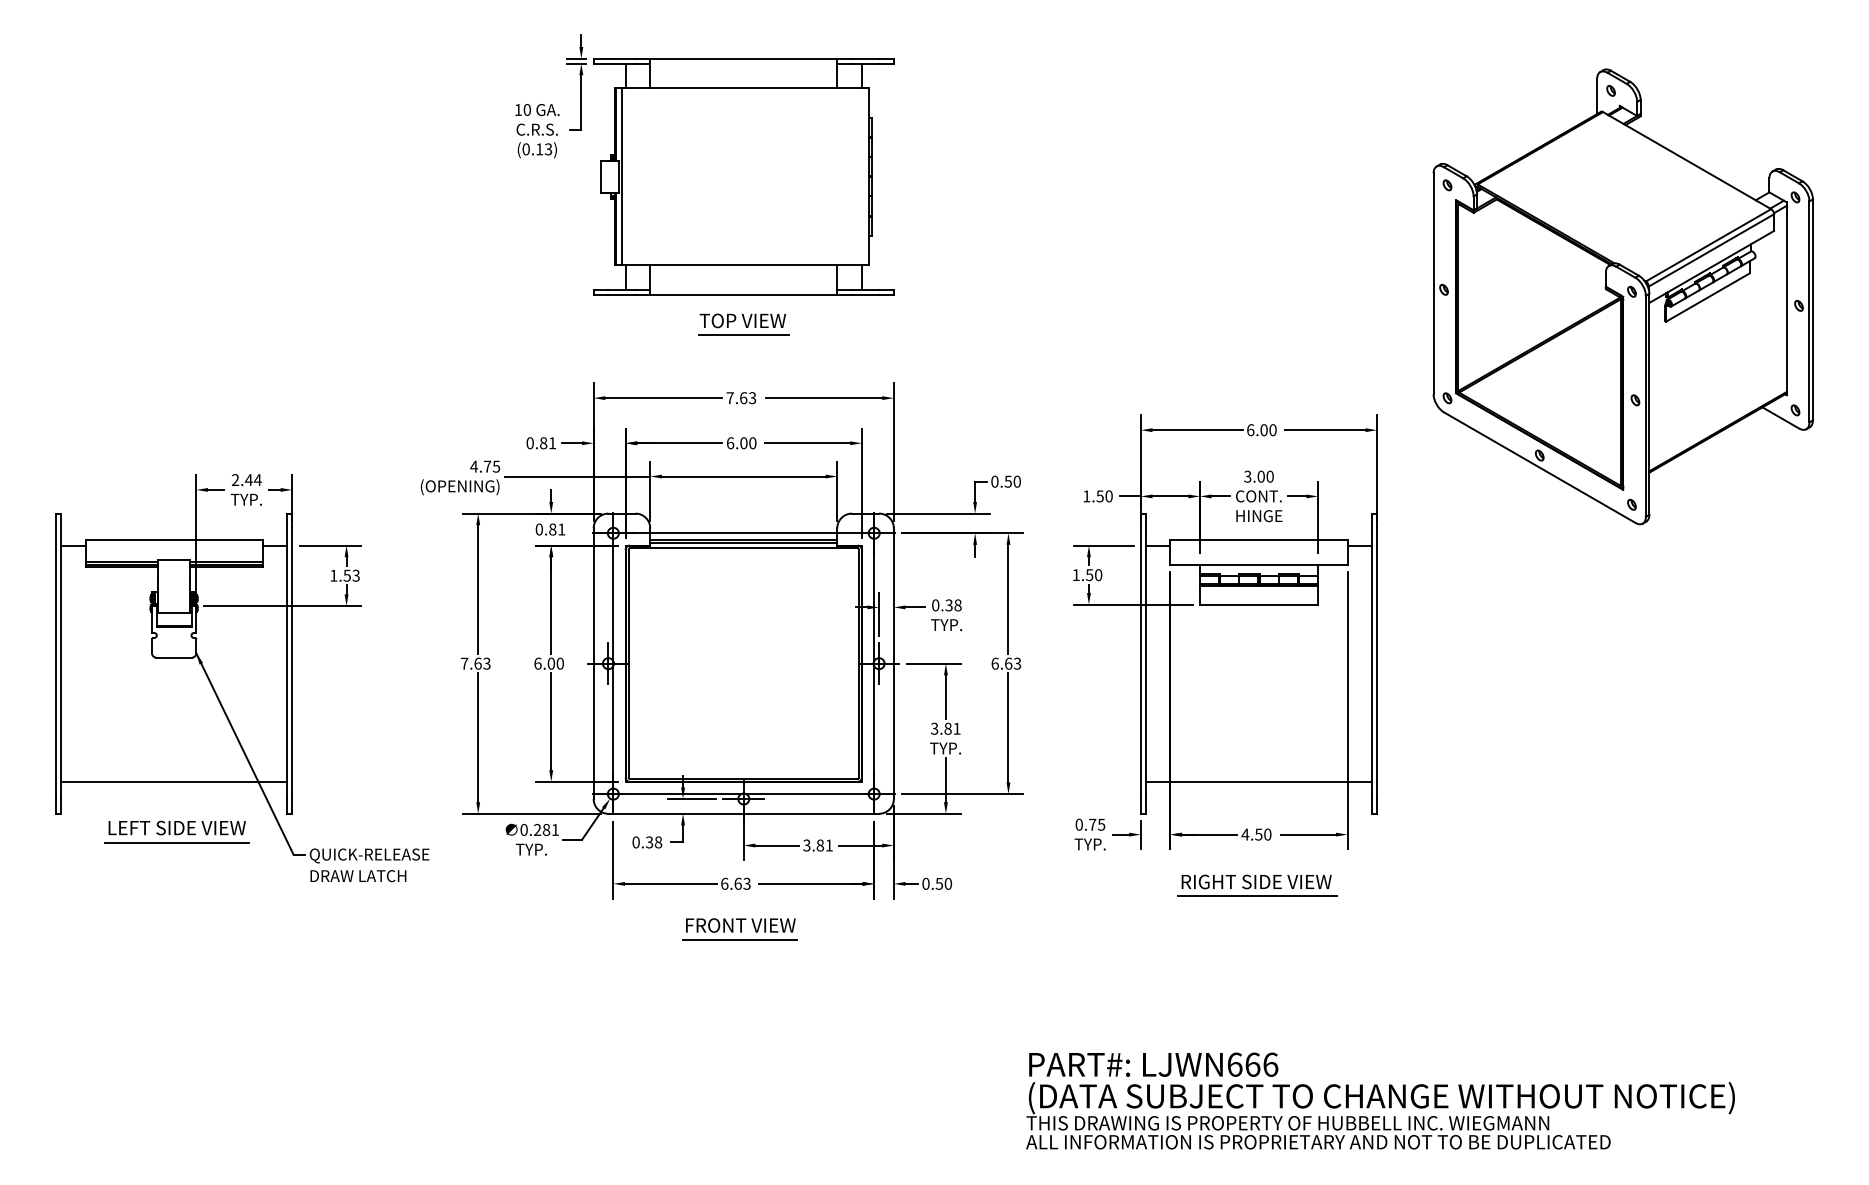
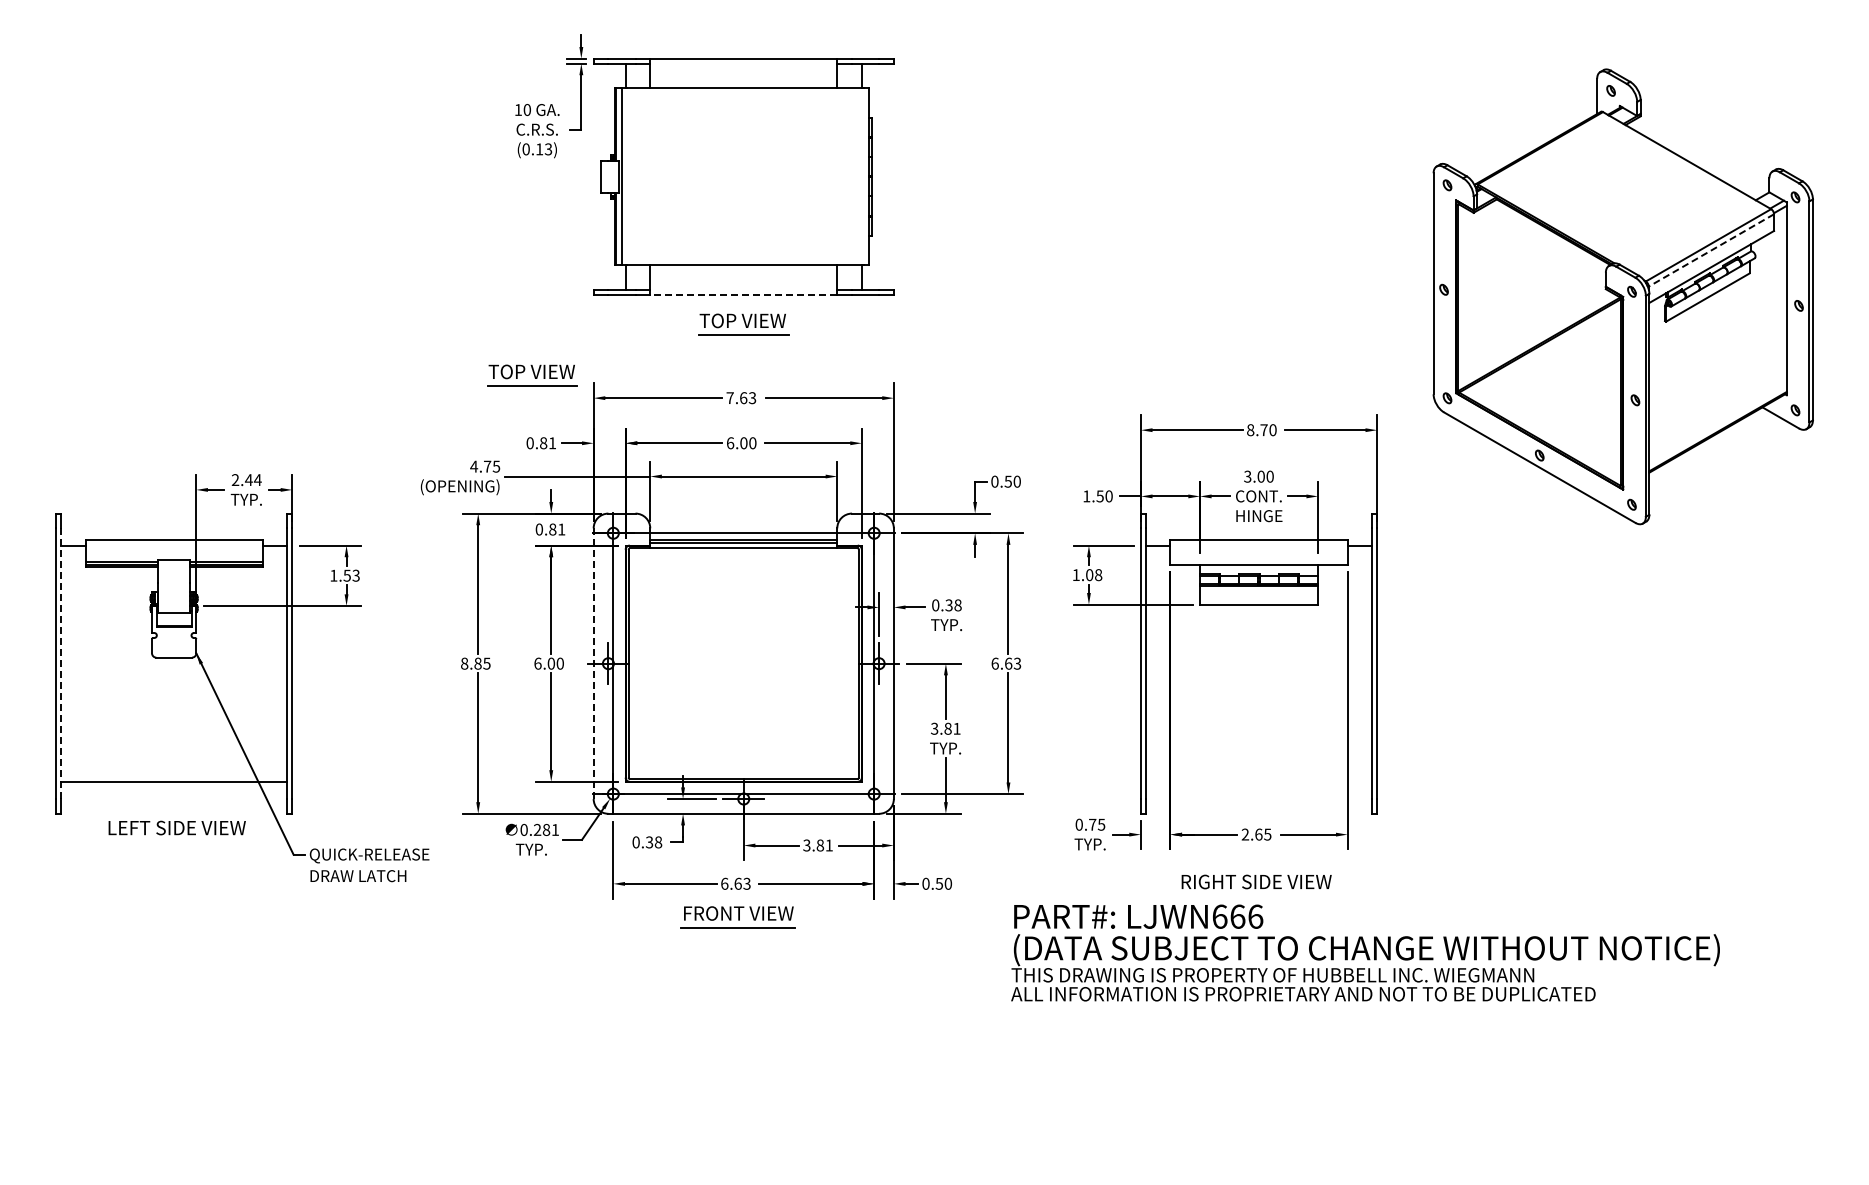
line at (1711, 250): solid -> dashed
line at (743, 294): solid -> dashed
part at (532, 375): none -> present
text at (1257, 430): 6.00 -> 8.70
text at (1093, 575): 1.50 -> 1.08
line at (60, 663): solid -> dashed
text at (475, 663): 7.63 -> 8.85
line at (593, 663): solid -> dashed
line at (1258, 781): present -> none
text at (1256, 834): 4.50 -> 2.65
line at (177, 842): present -> none
line at (1257, 896): present -> none
part at (739, 929) position: (739, 929) -> (737, 917)
text at (1380, 1100) position: (1380, 1100) -> (1365, 952)
